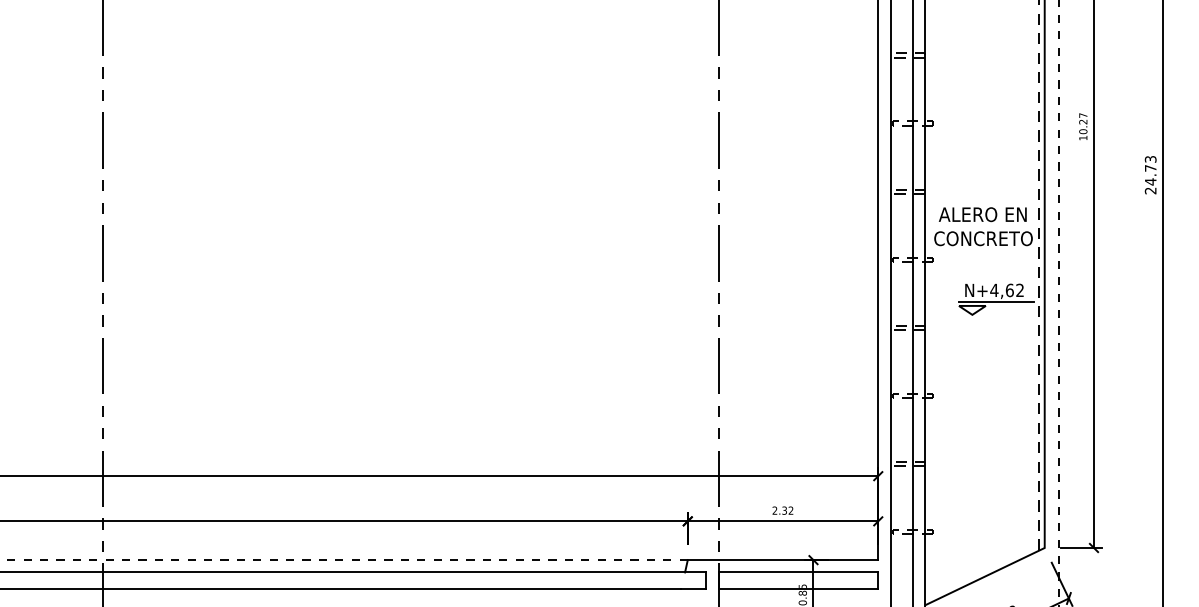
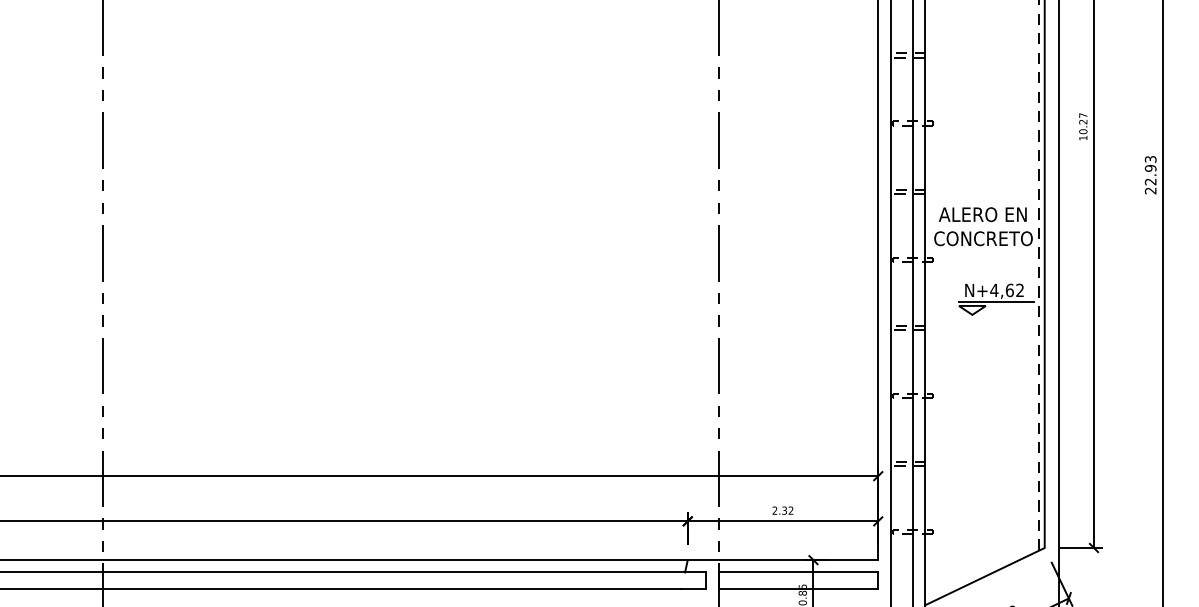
text at (1150, 175): 24.73 -> 22.93
line at (1058, 303): dashed -> solid
line at (343, 560): dashed -> solid
